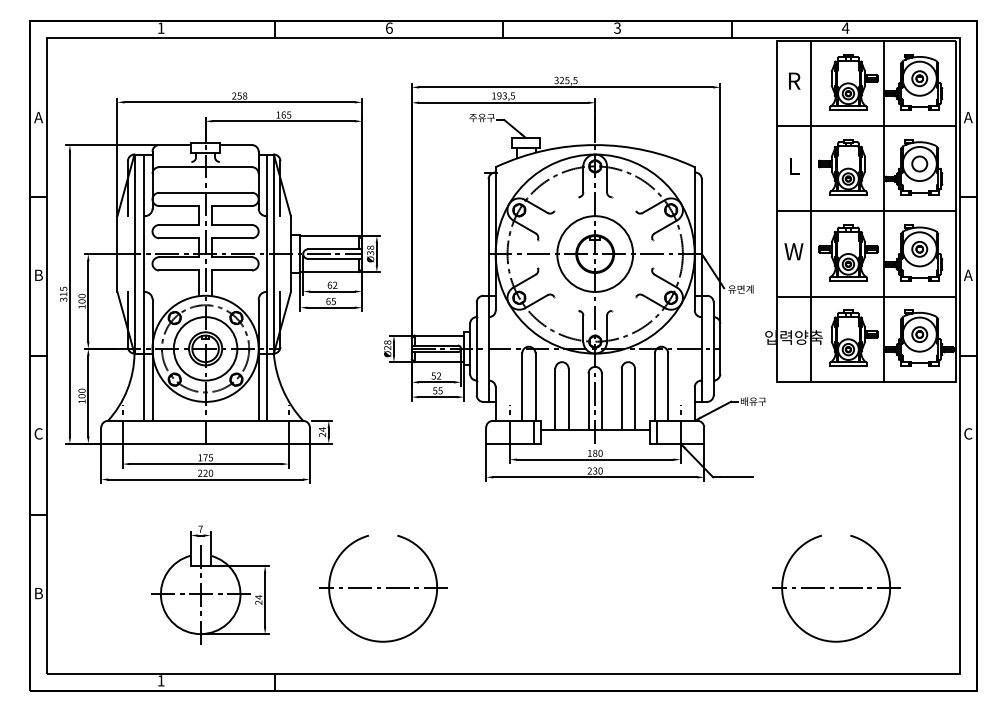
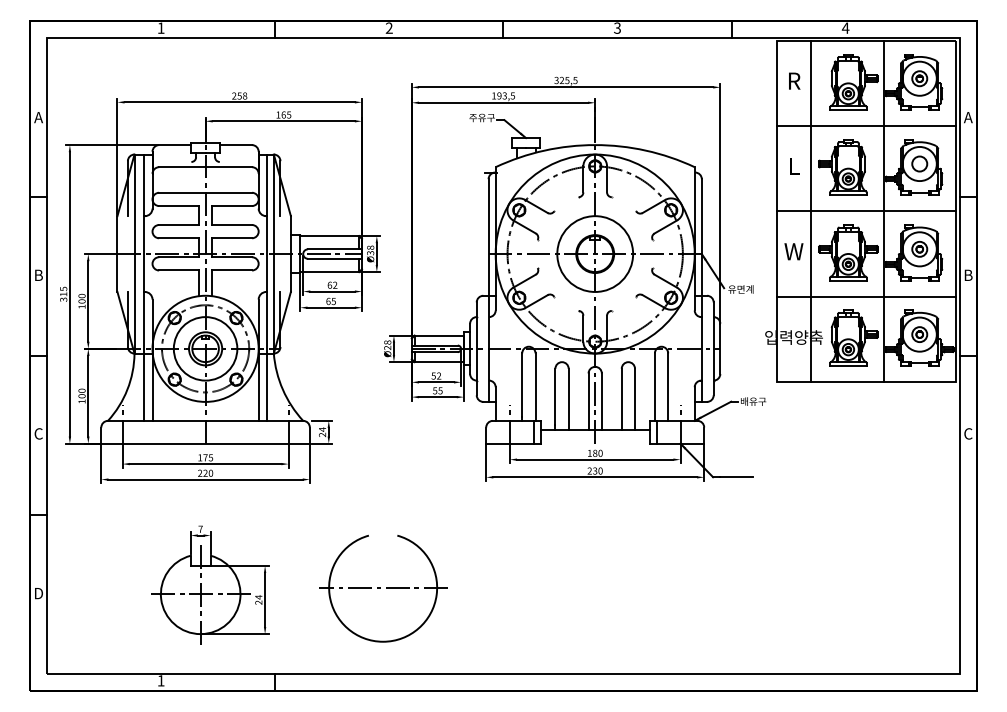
text at (388, 27): 6 -> 2
text at (967, 274): A -> B
part at (836, 588): present -> none
text at (38, 593): B -> D
